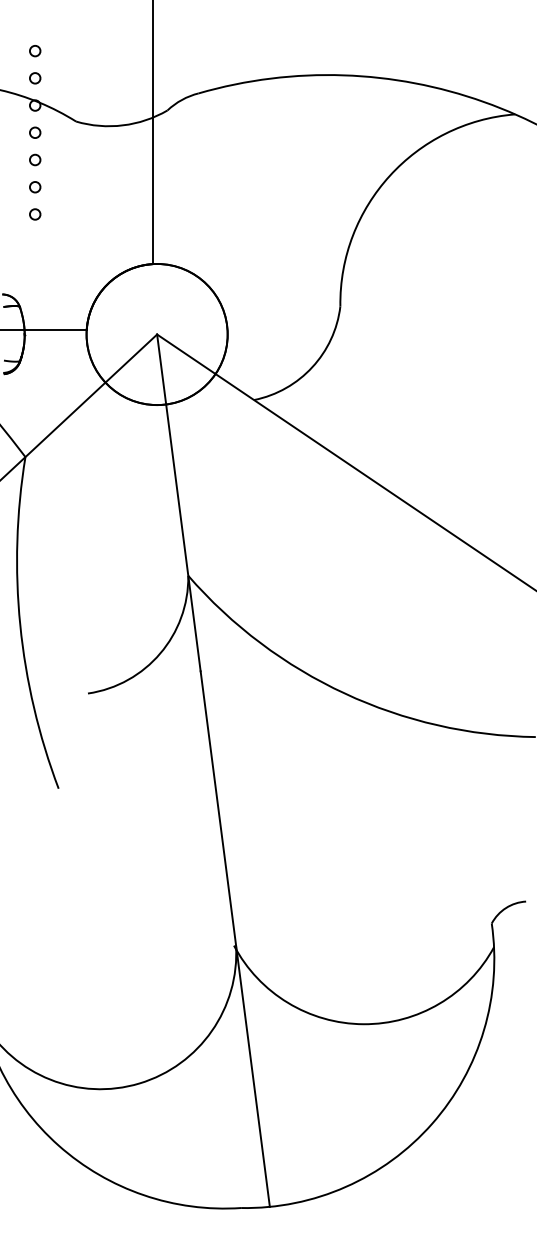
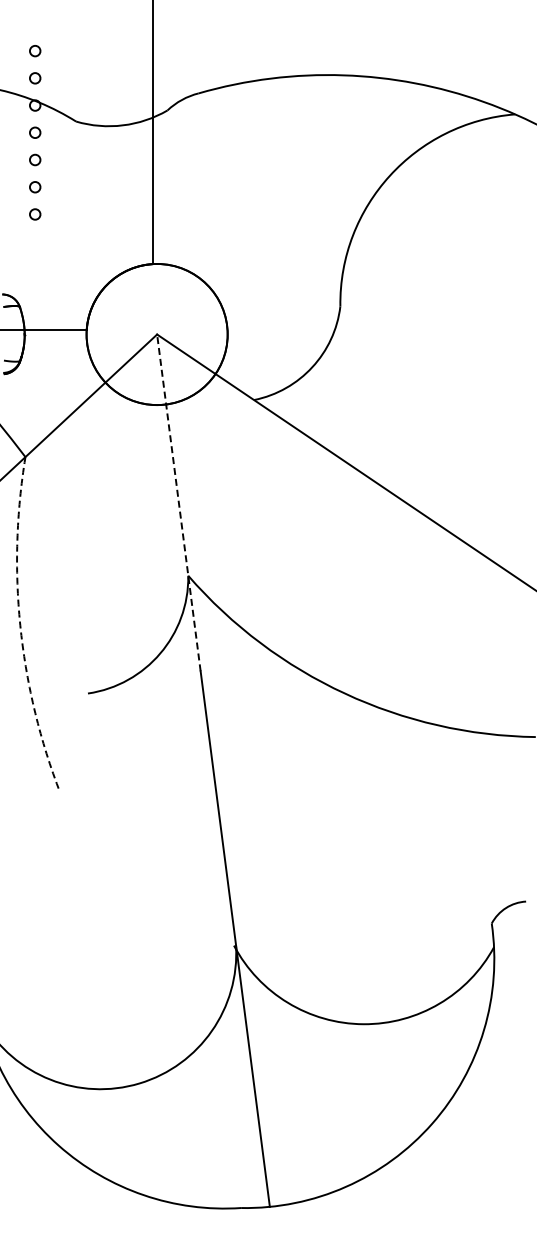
line at (178, 502): solid -> dashed
arc at (20, 625): solid -> dashed
